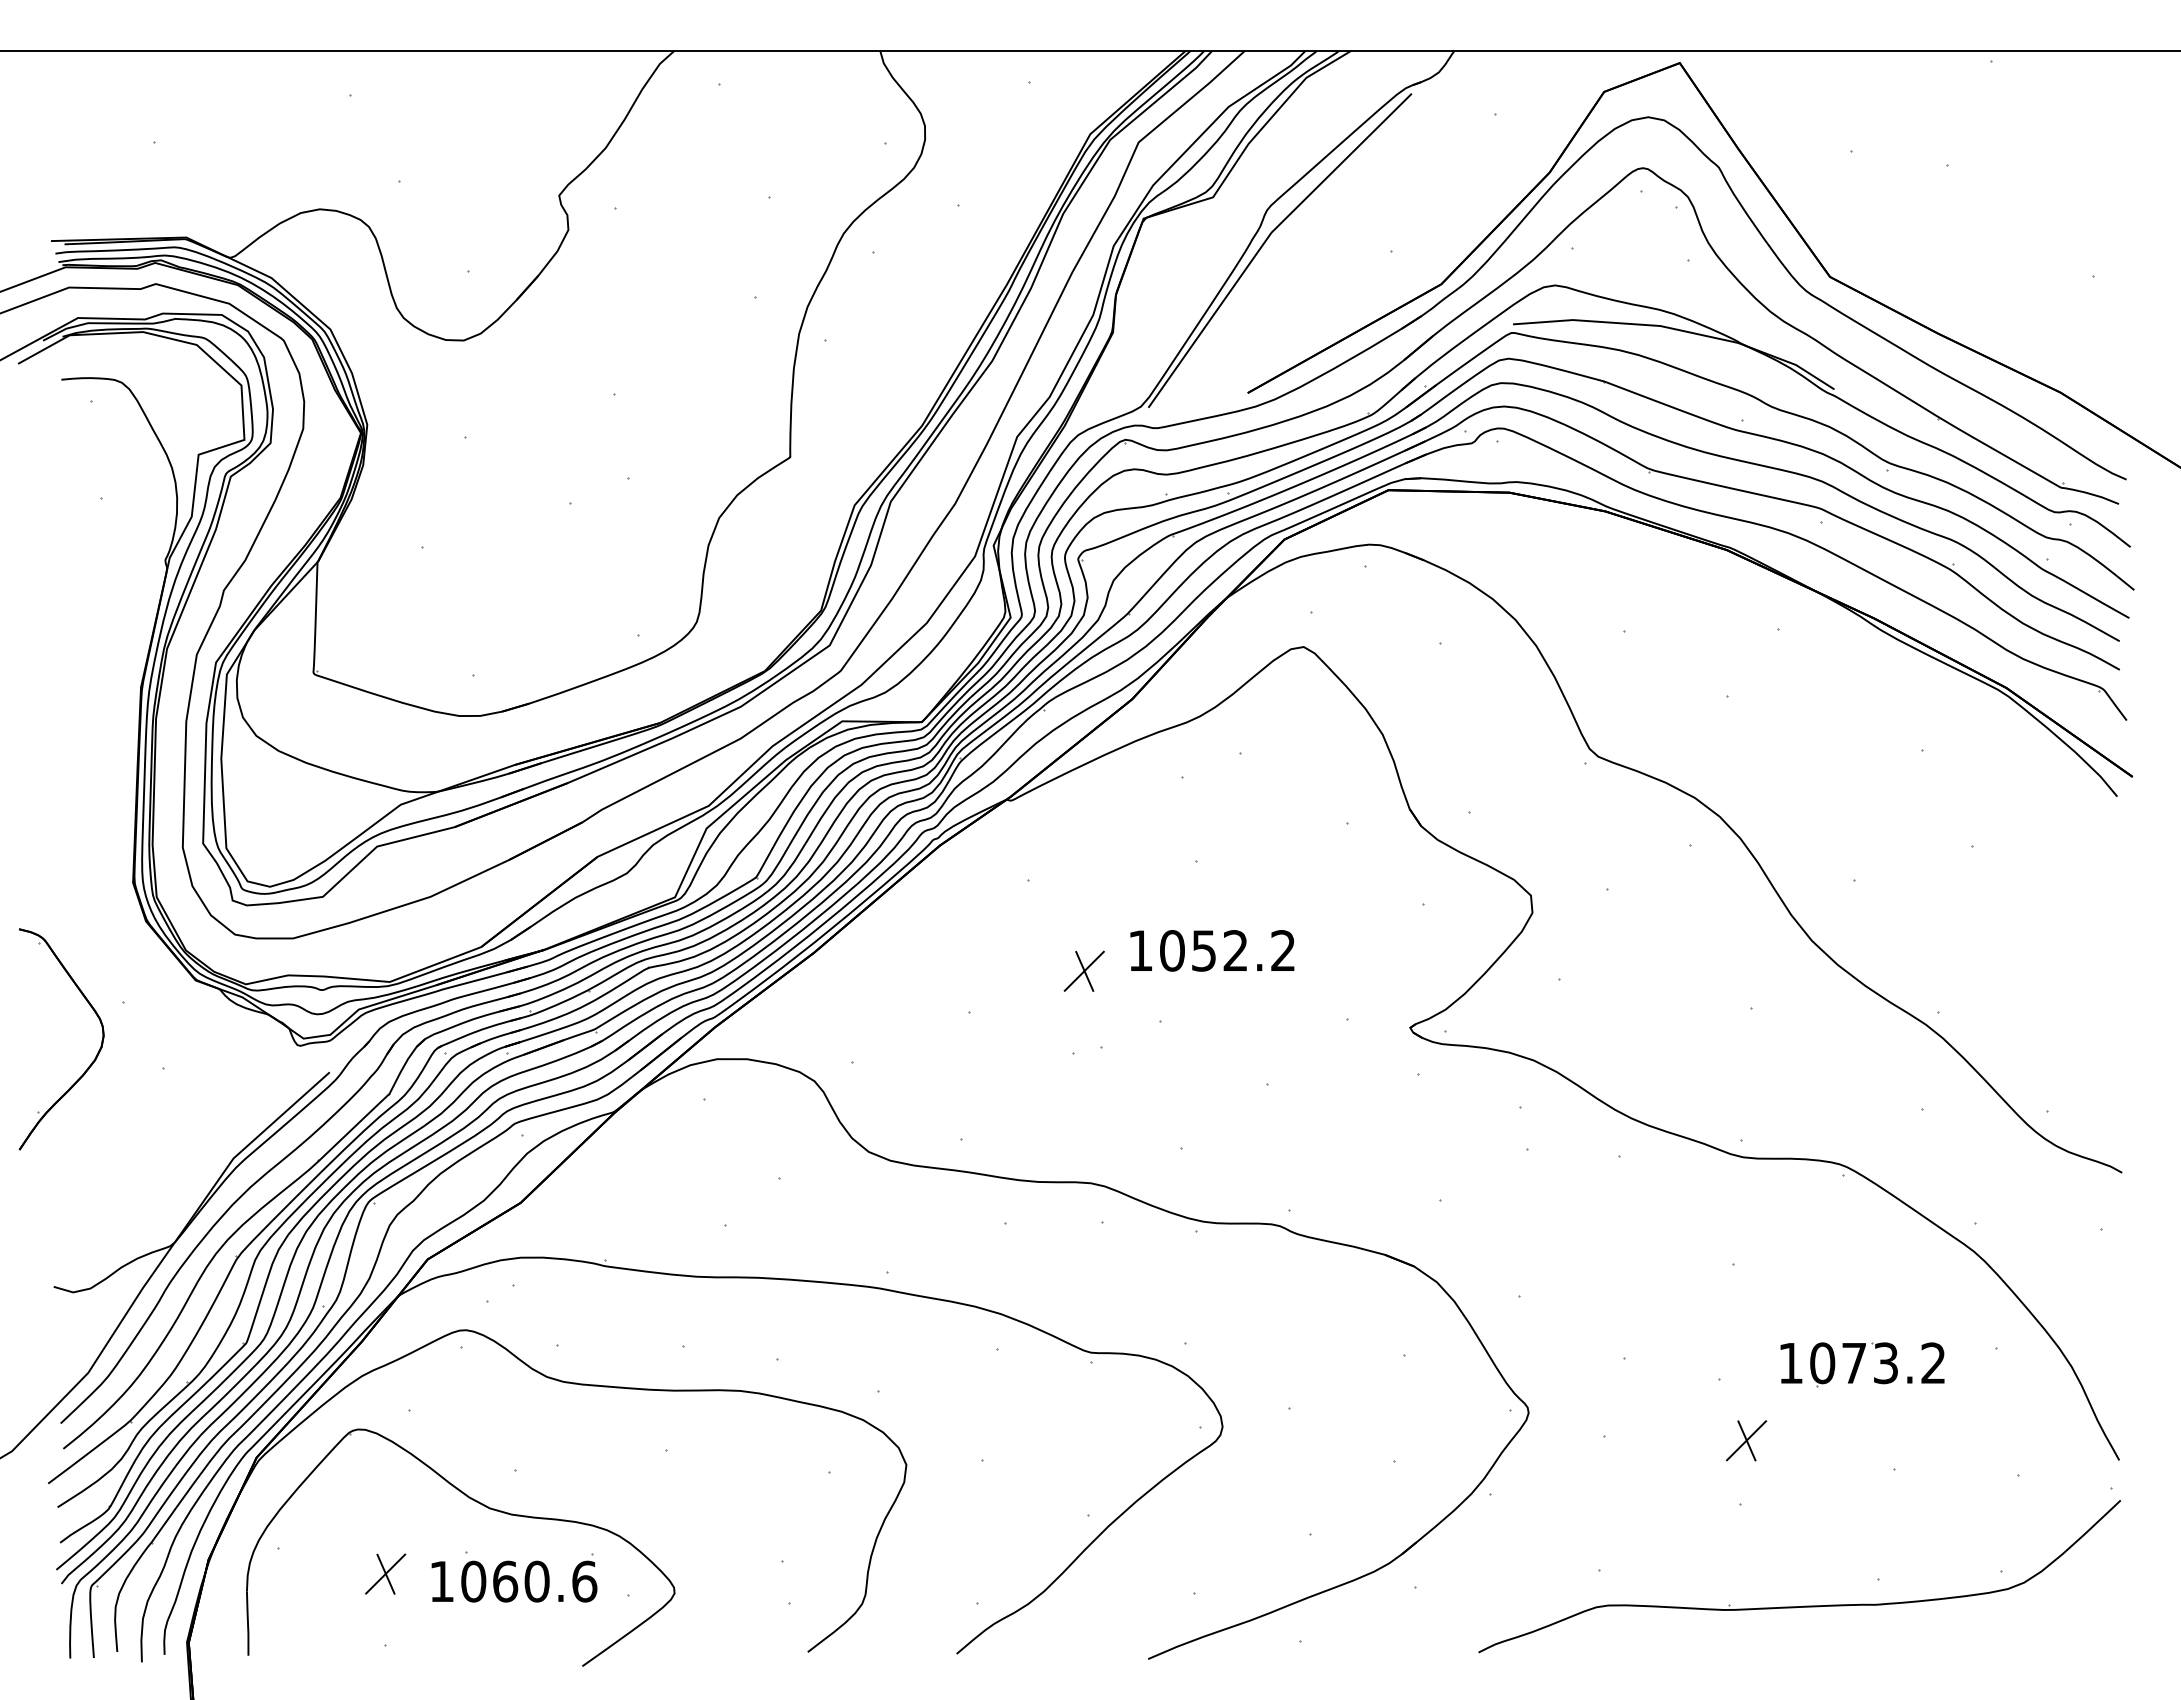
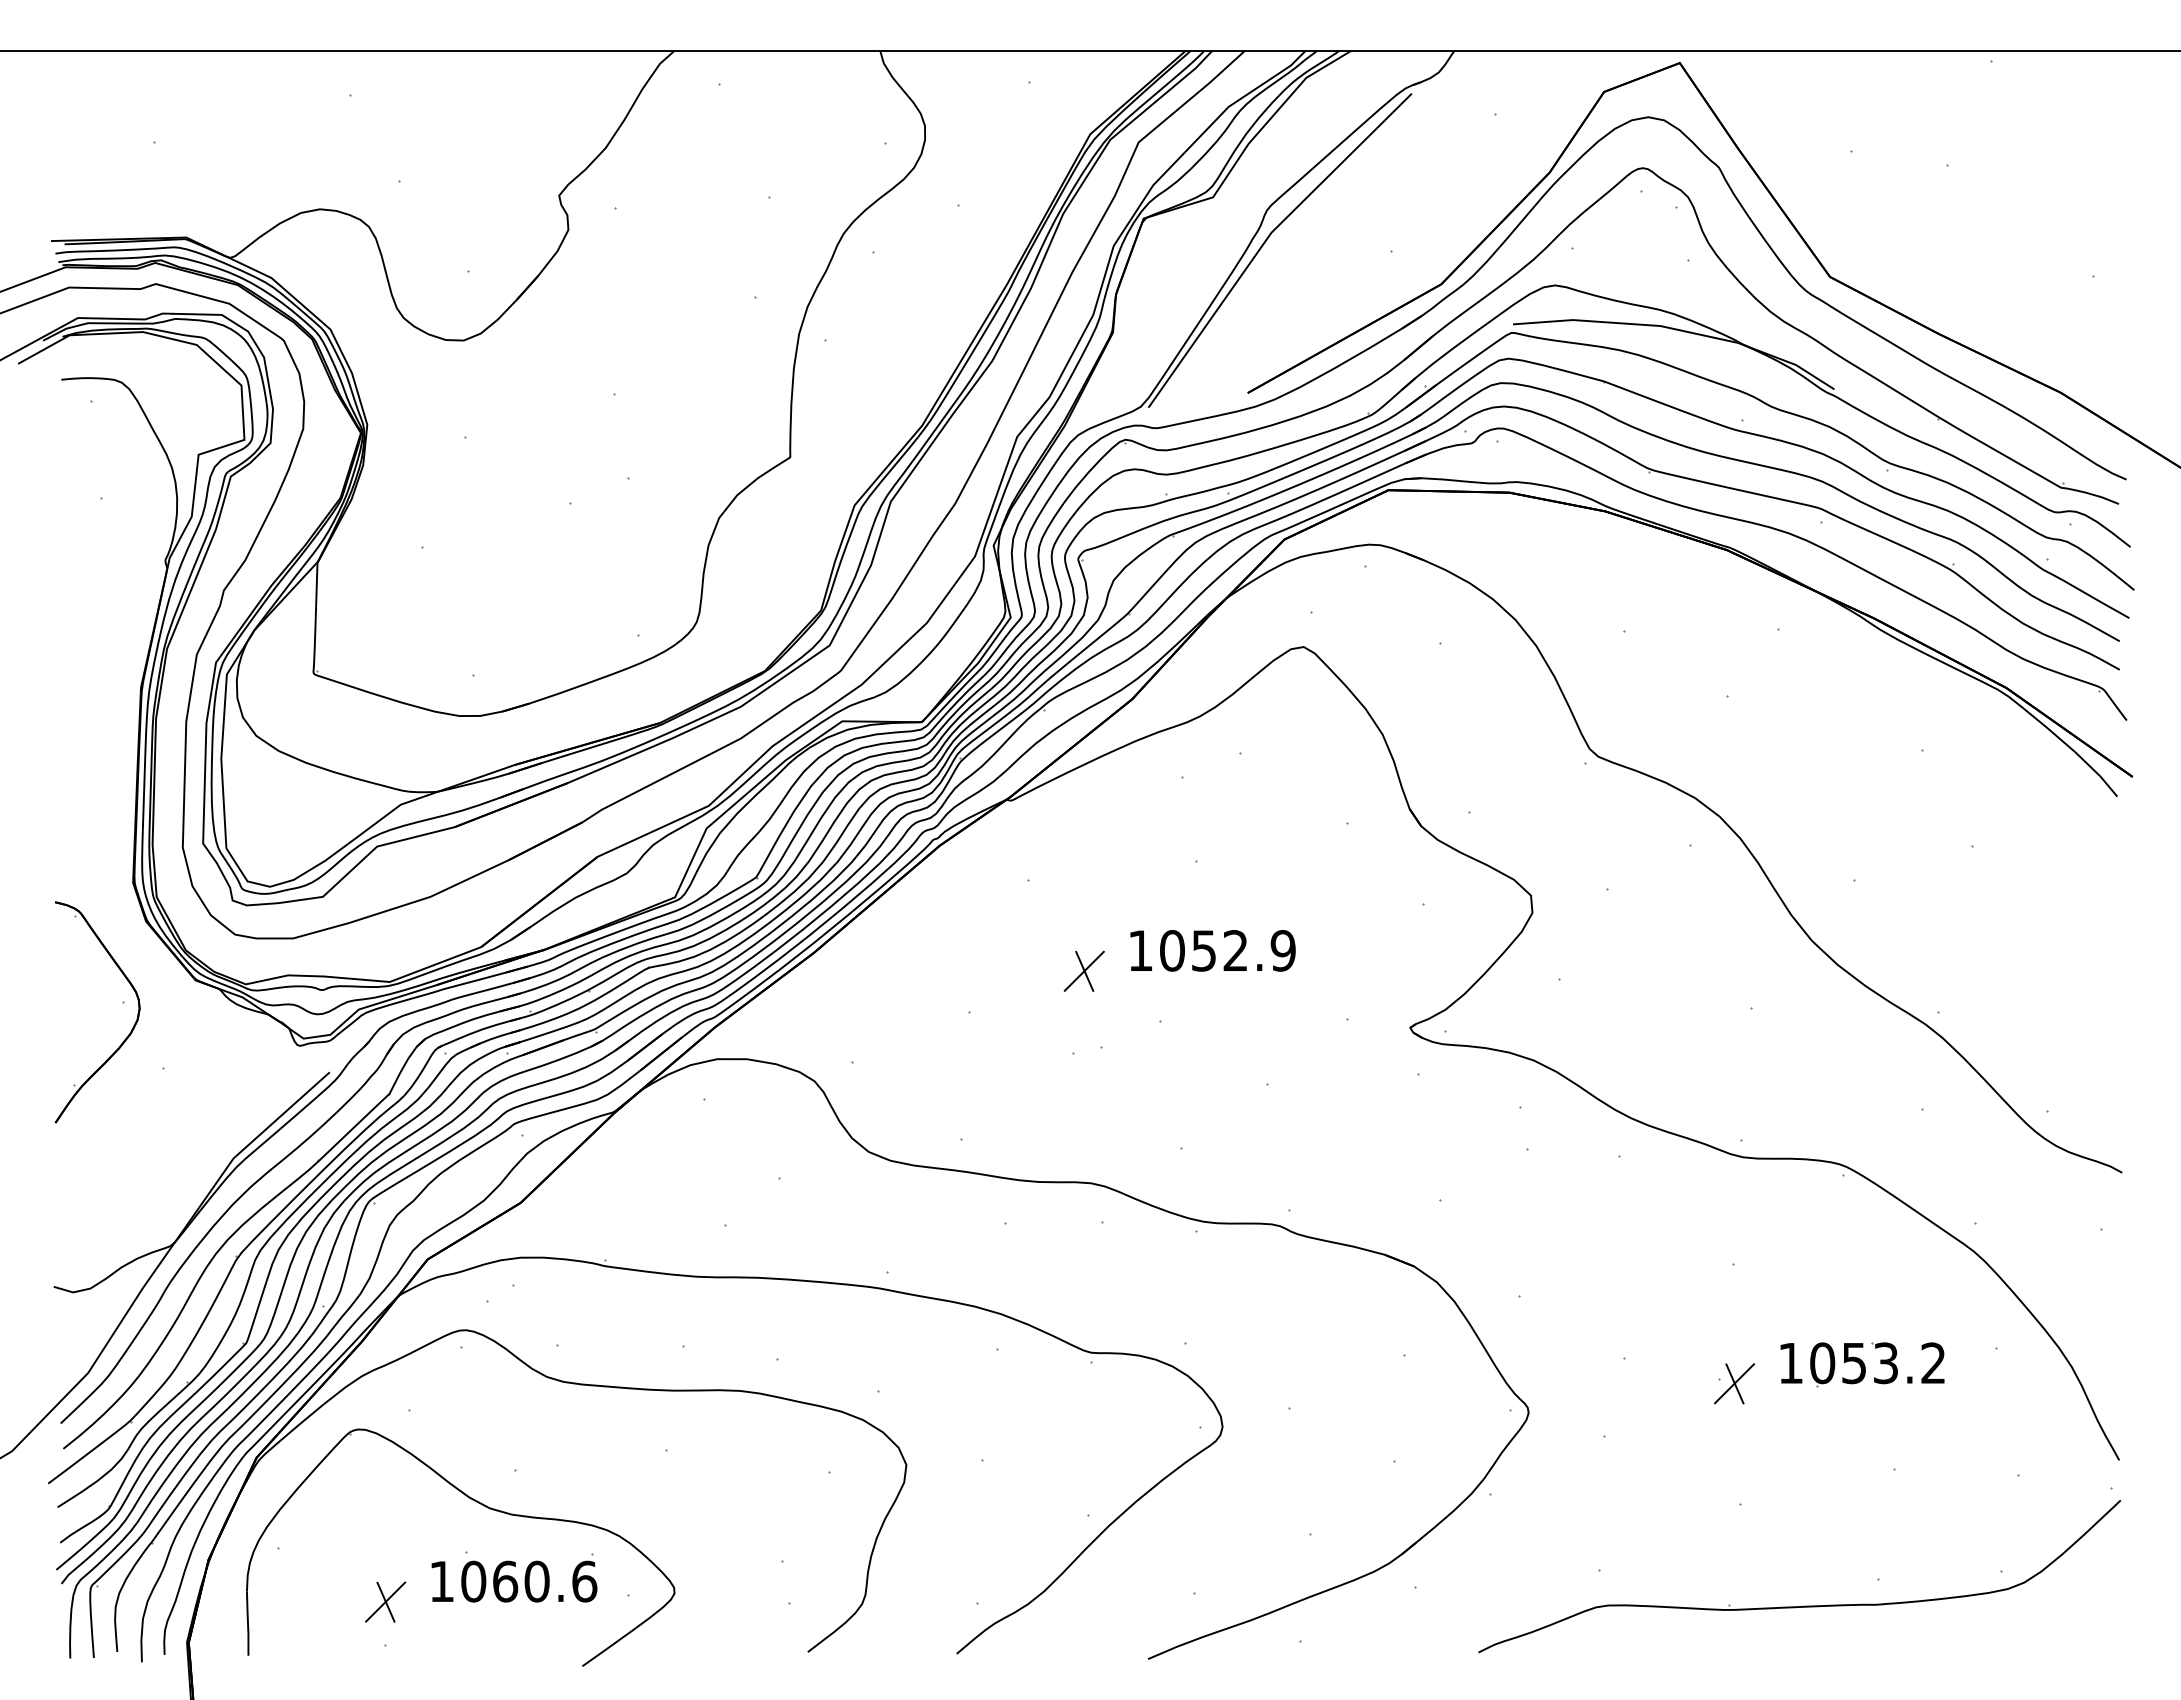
text at (1282, 950): 1052.2 -> 1052.9
part at (91, 1062) position: (91, 1062) -> (127, 1035)
text at (1853, 1363): 1073.2 -> 1053.2
part at (1746, 1440) position: (1746, 1440) -> (1734, 1383)
part at (385, 1573) position: (385, 1573) -> (385, 1601)
